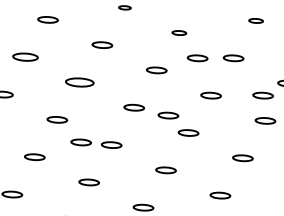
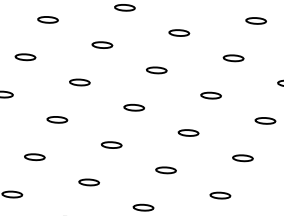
part at (124, 7) size: 14x6 px -> 22x8 px
part at (255, 20) size: 16x6 px -> 22x8 px
part at (179, 32) size: 17x6 px -> 23x8 px
part at (25, 56) size: 27x10 px -> 23x9 px
part at (197, 58): present -> none
part at (79, 82) size: 30x11 px -> 22x9 px
part at (262, 95): present -> none
part at (168, 115): present -> none
part at (80, 142): present -> none
